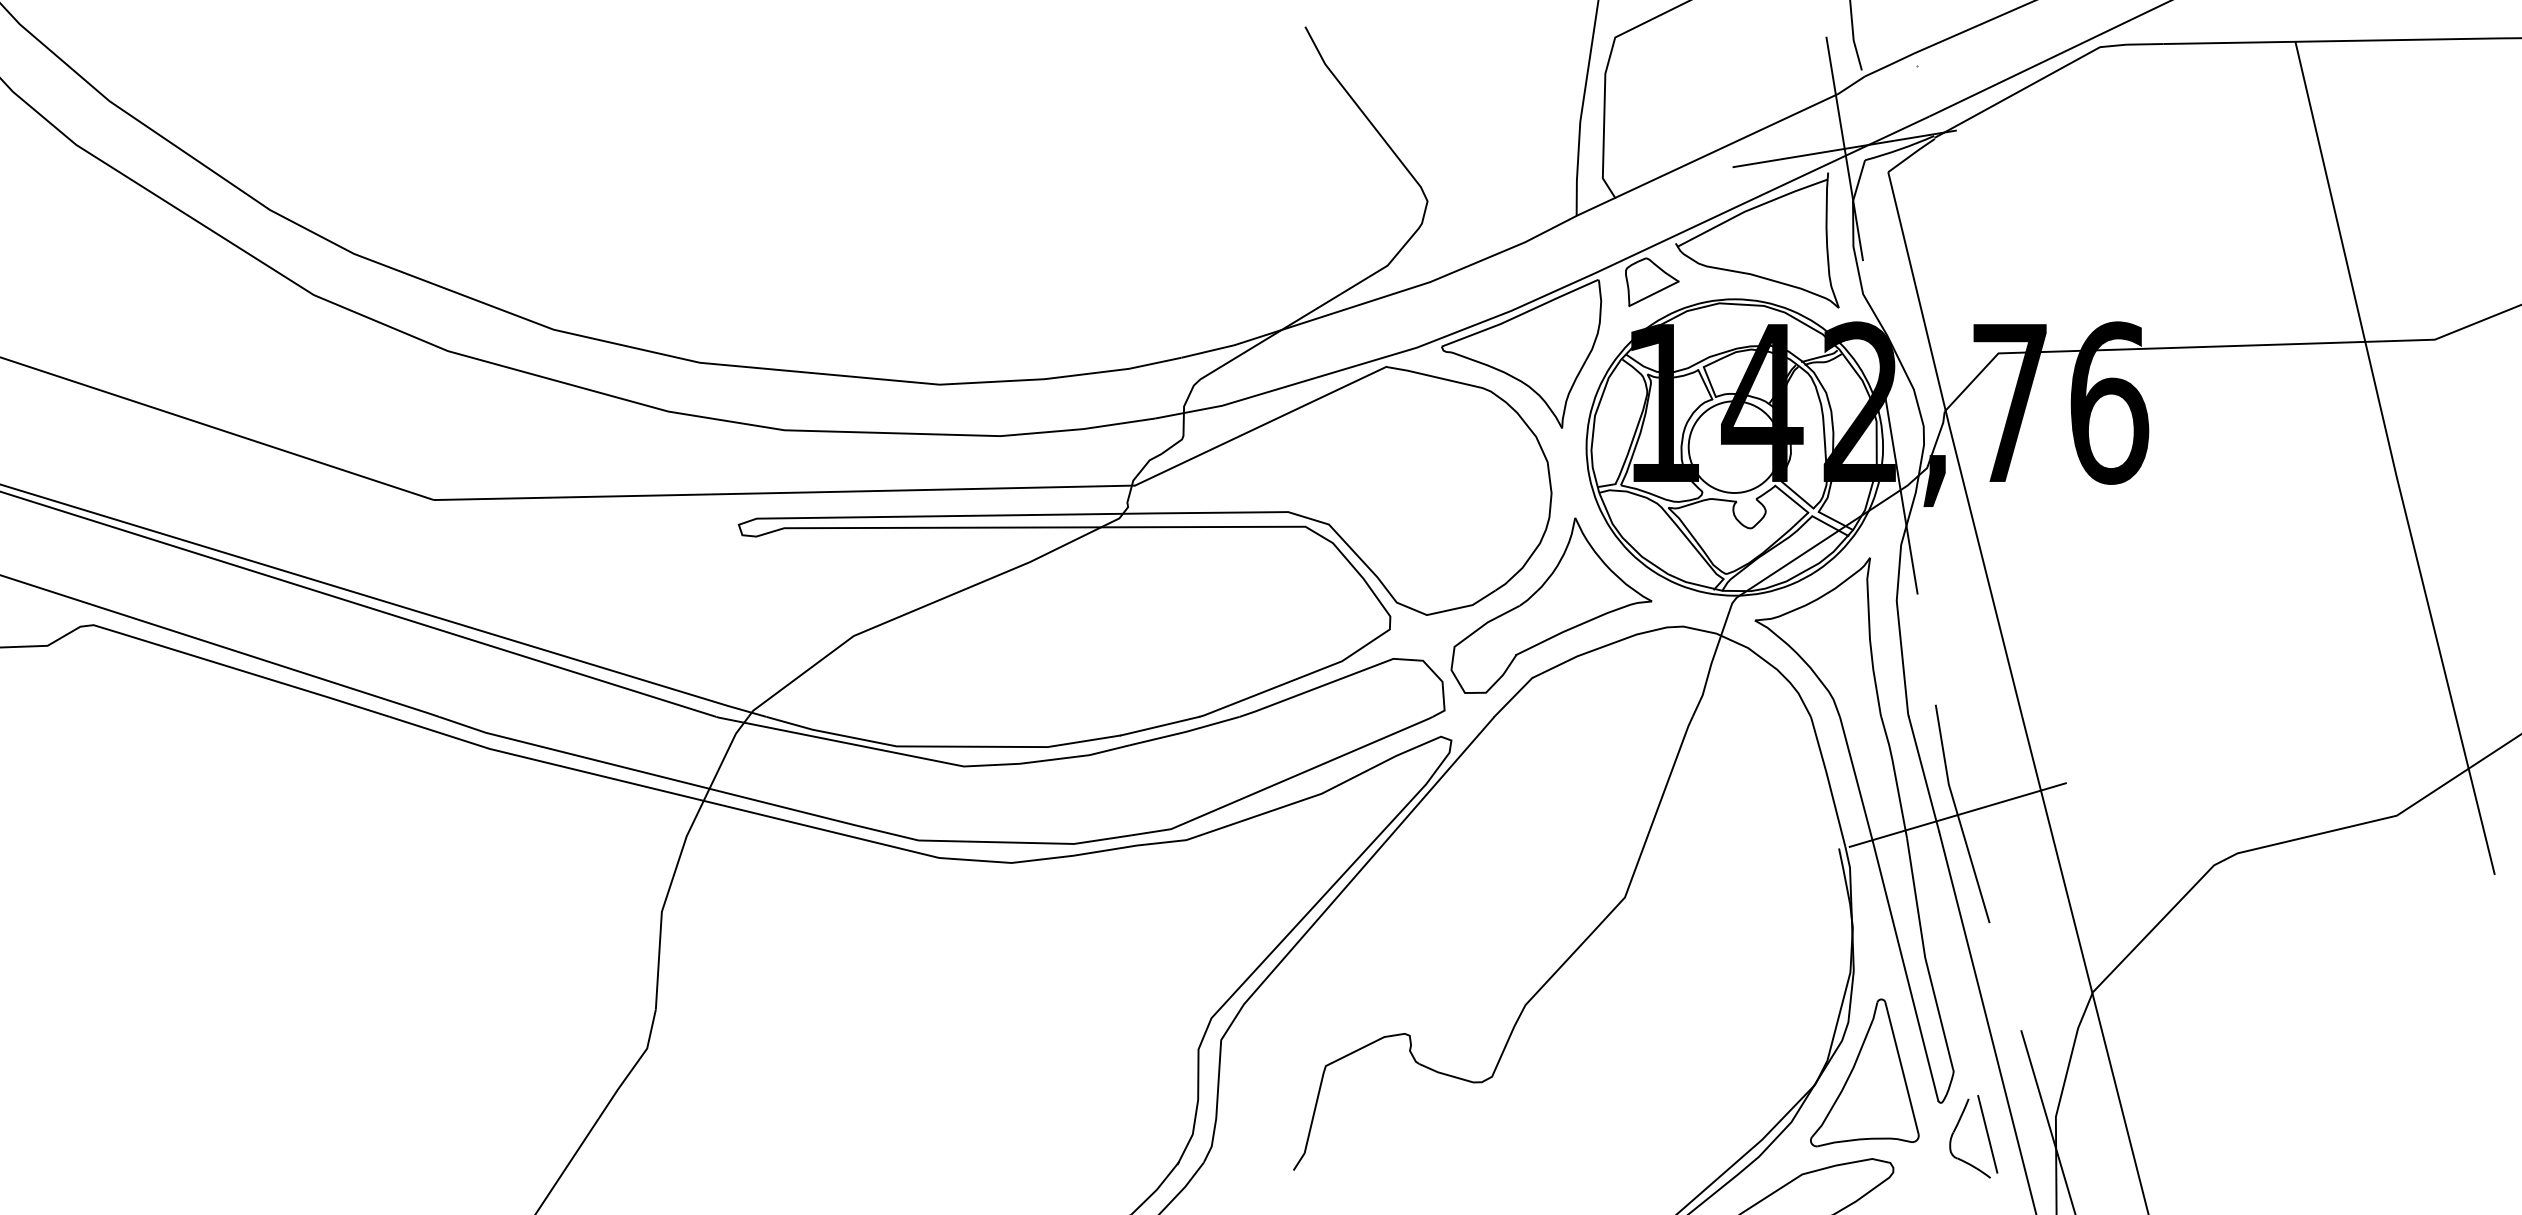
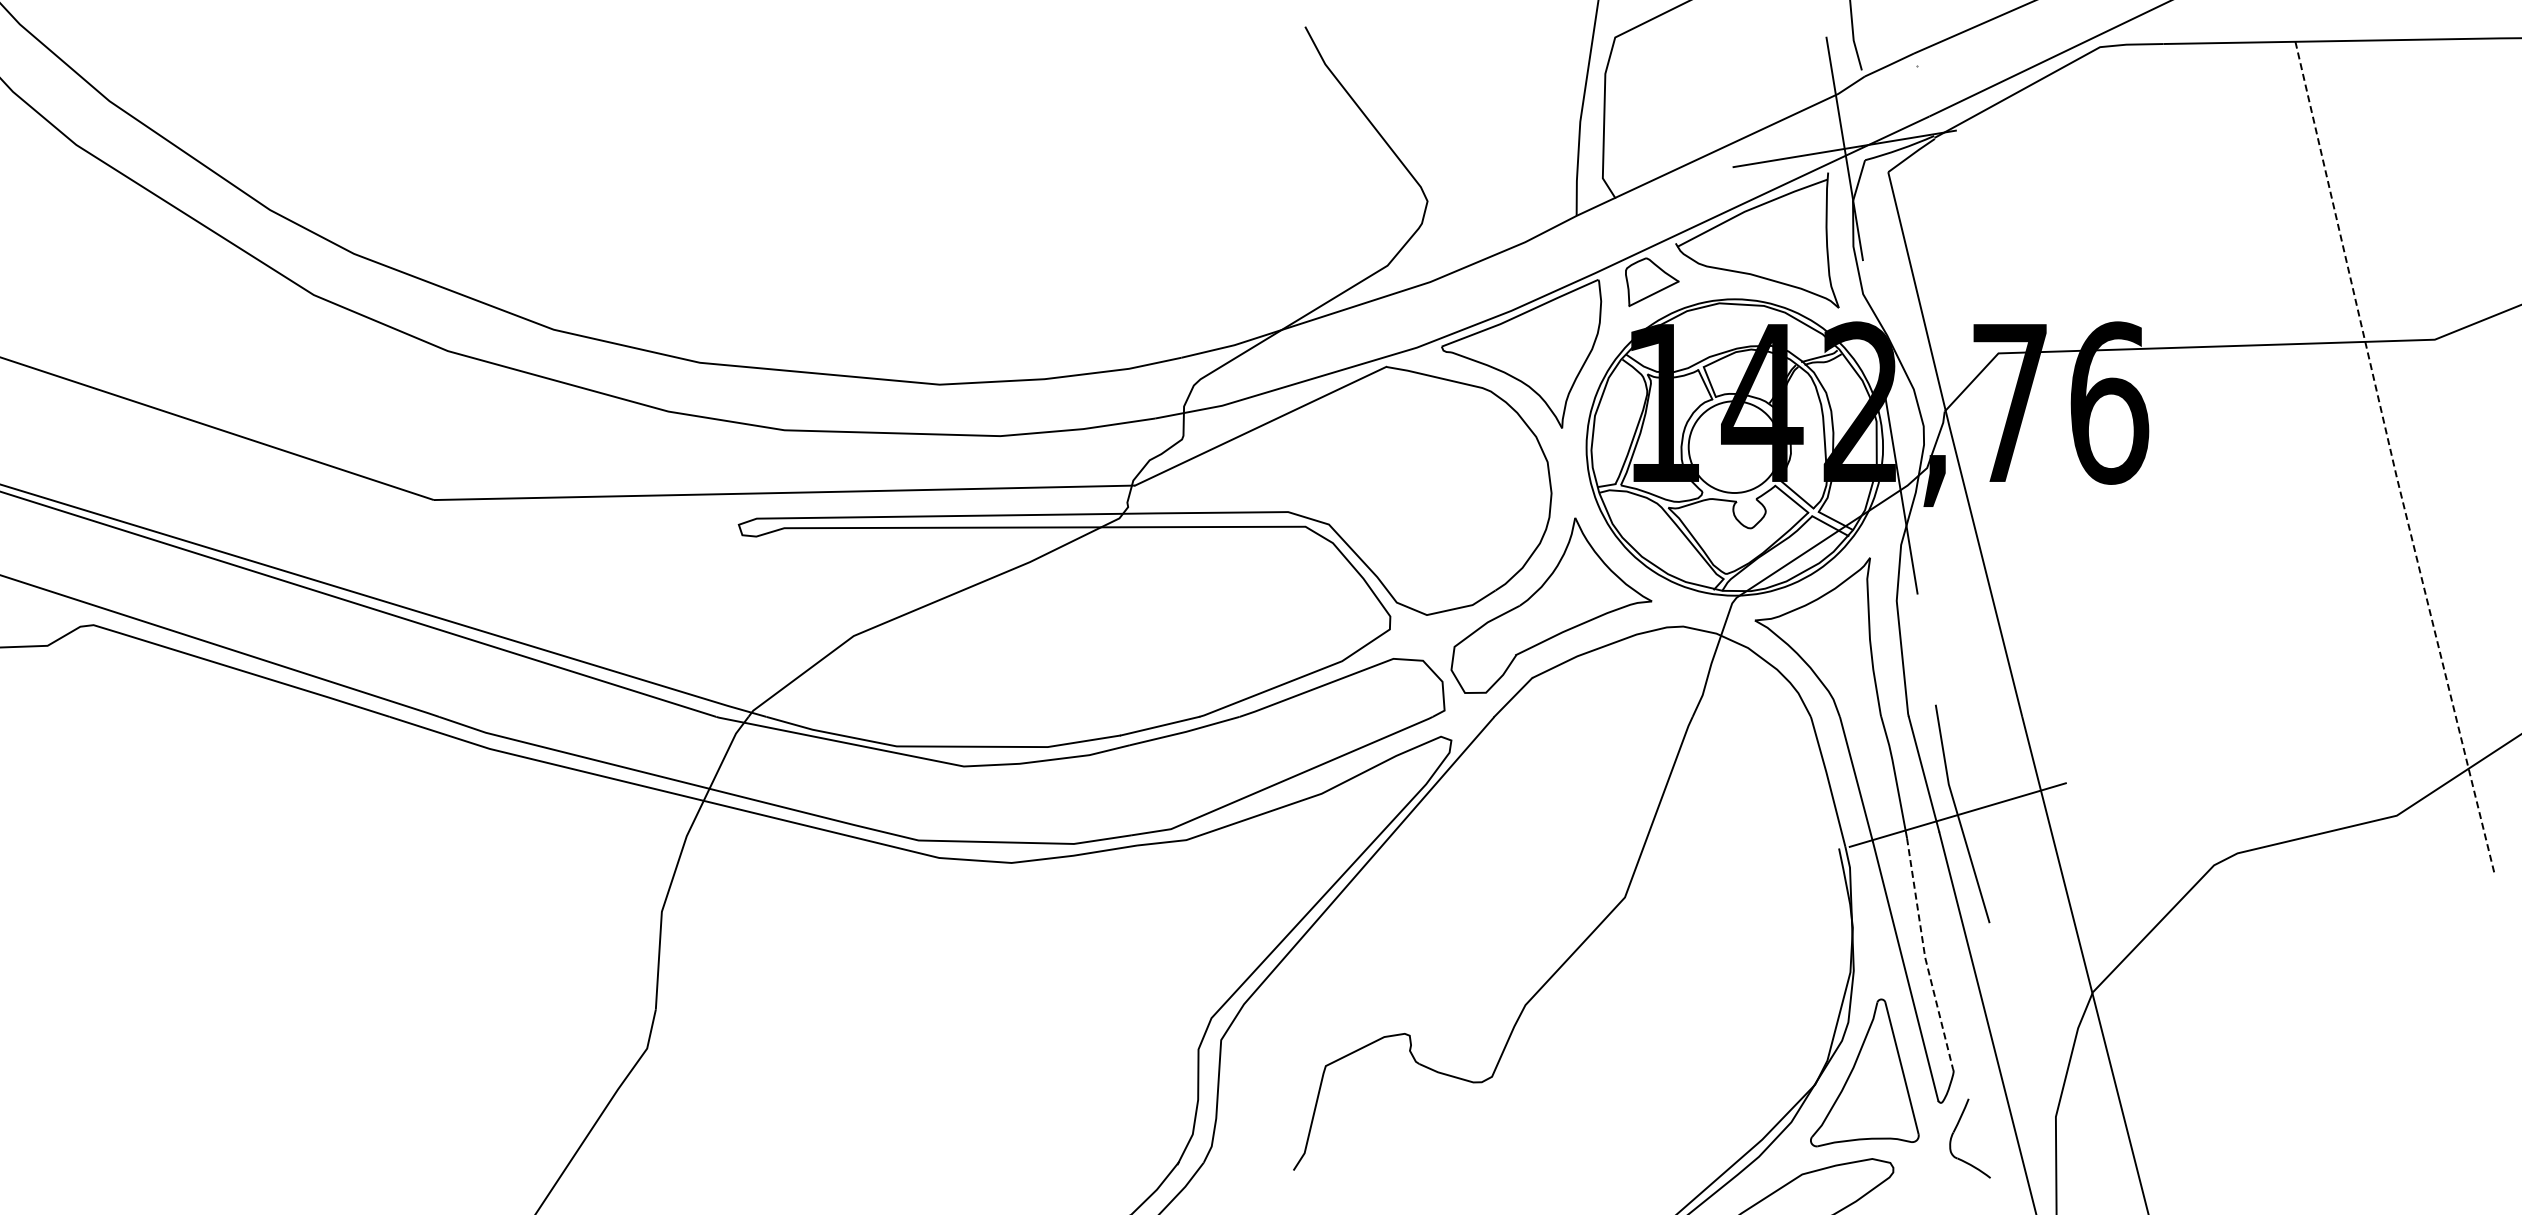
line at (2392, 459): solid -> dashed
line at (1924, 955): solid -> dashed
line at (2047, 1121): present -> none
line at (1987, 1134): present -> none
